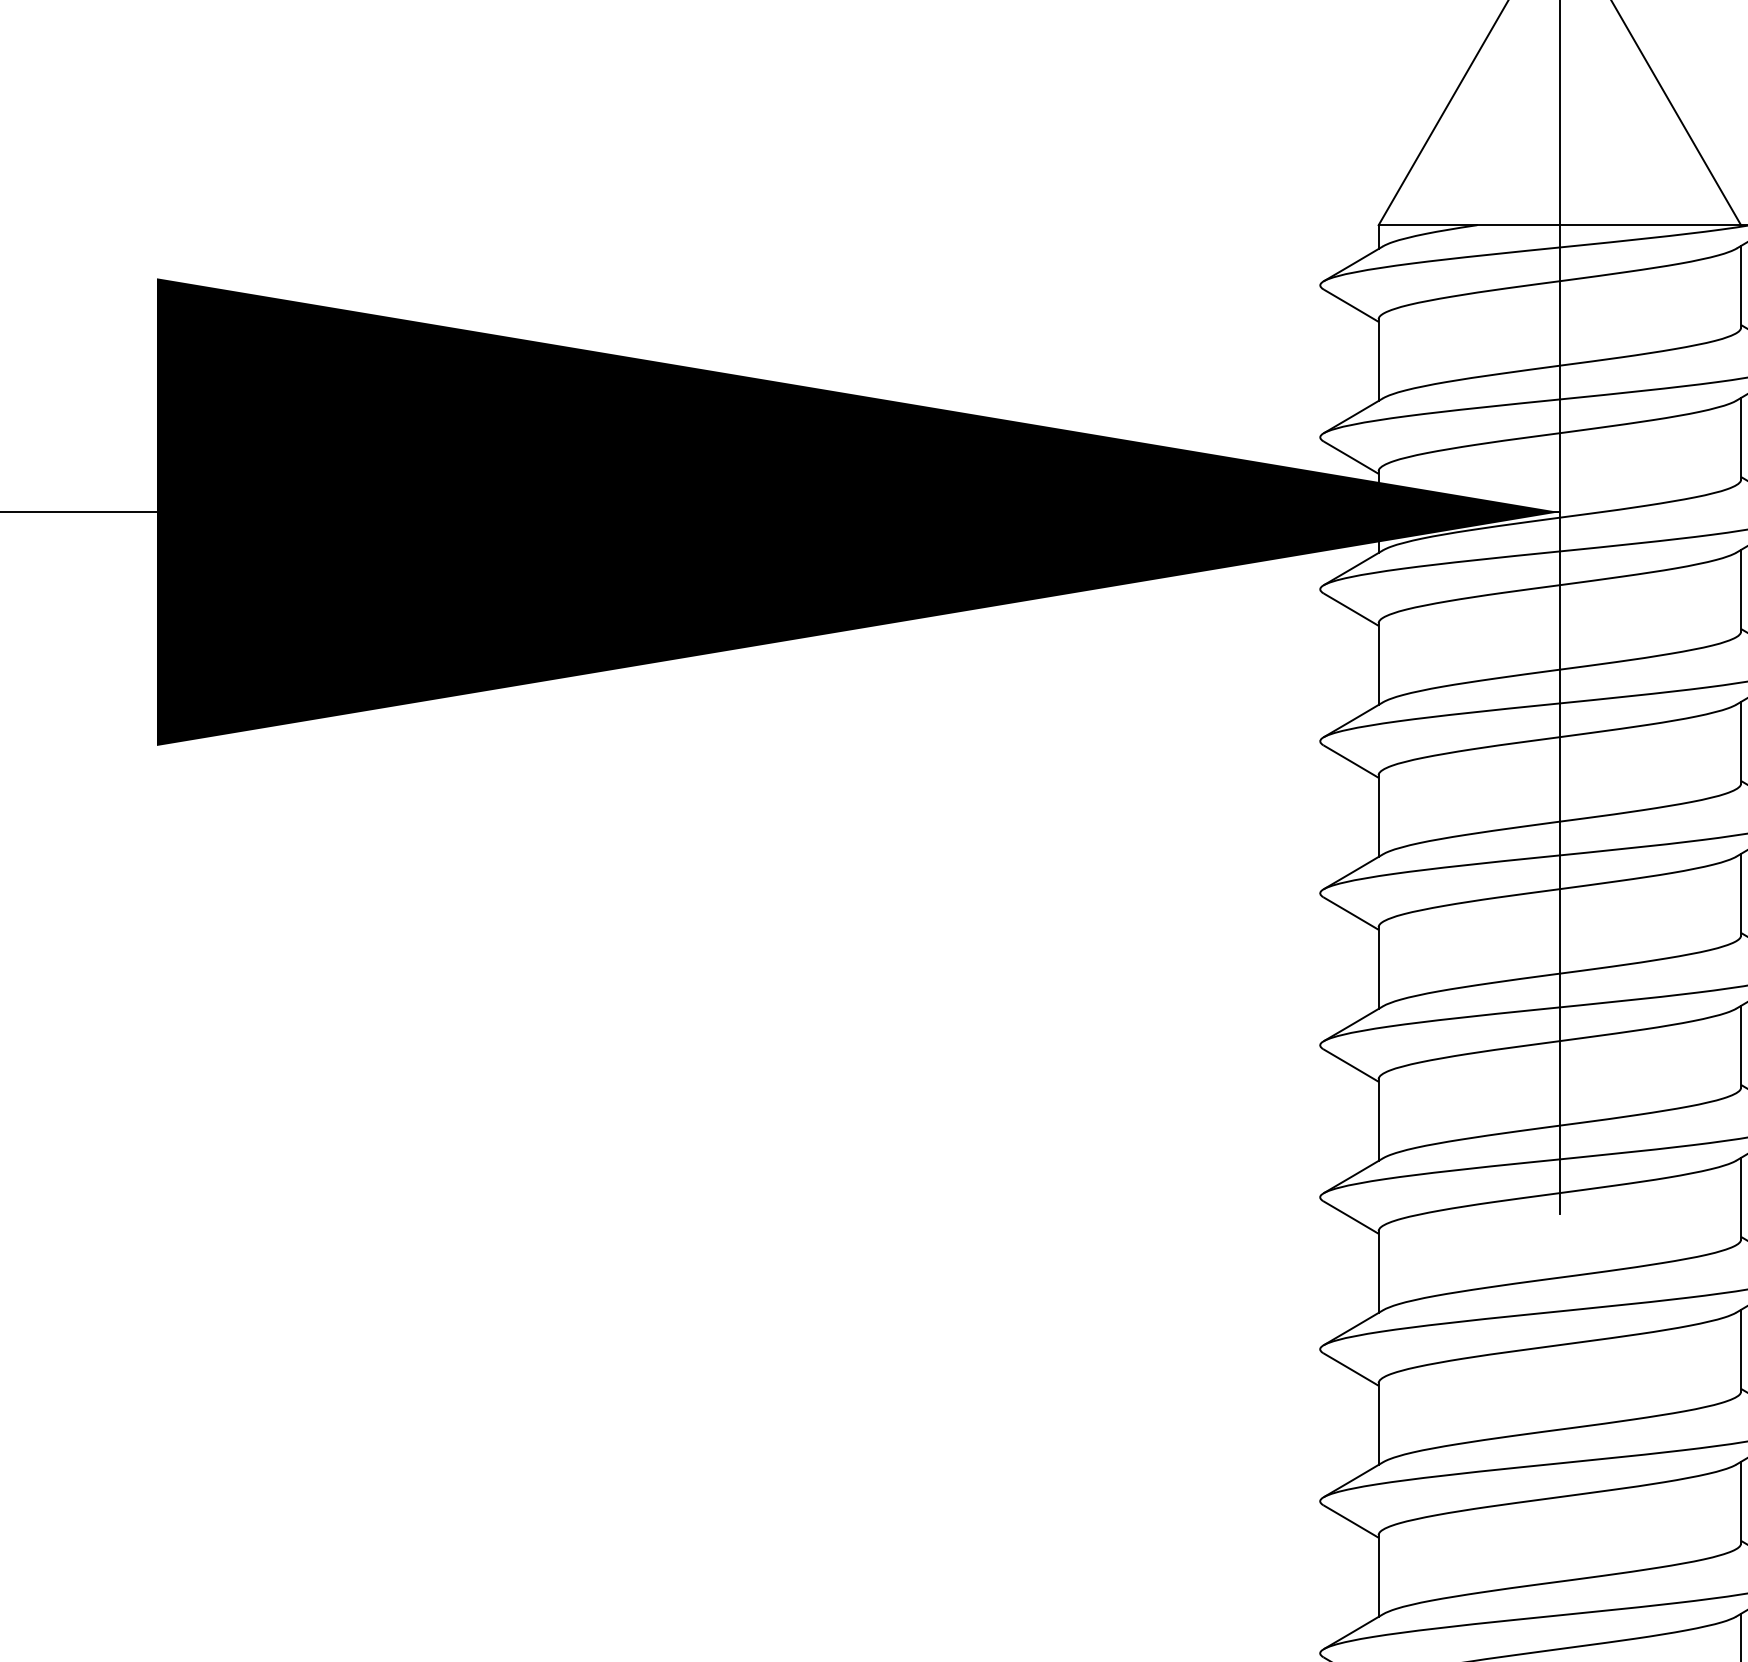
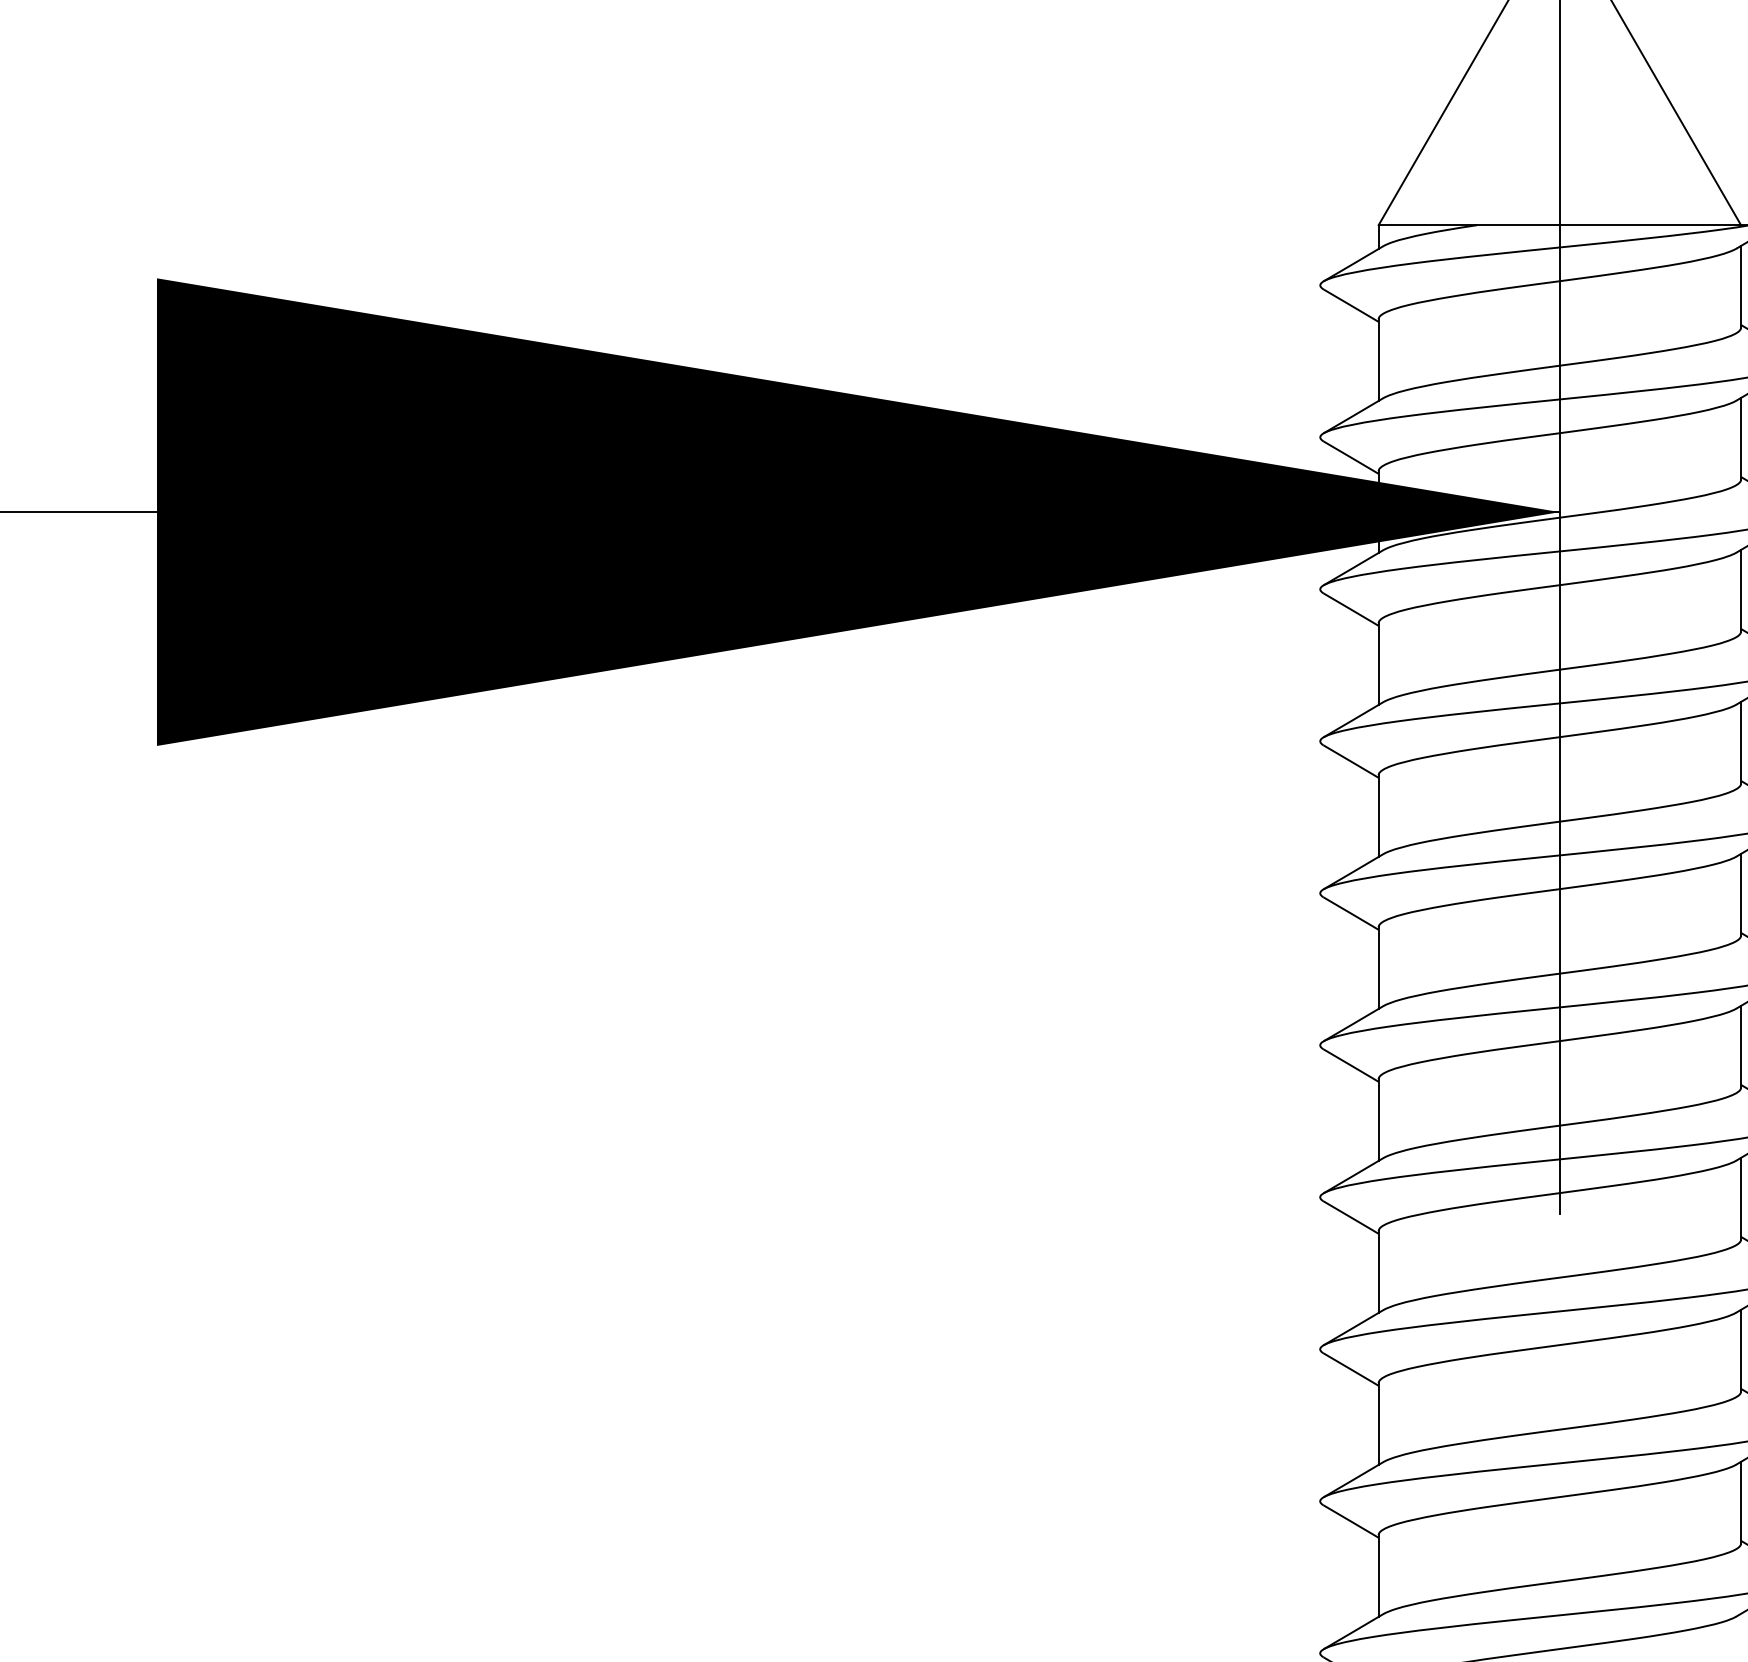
line at (1741, 1635): present -> none
